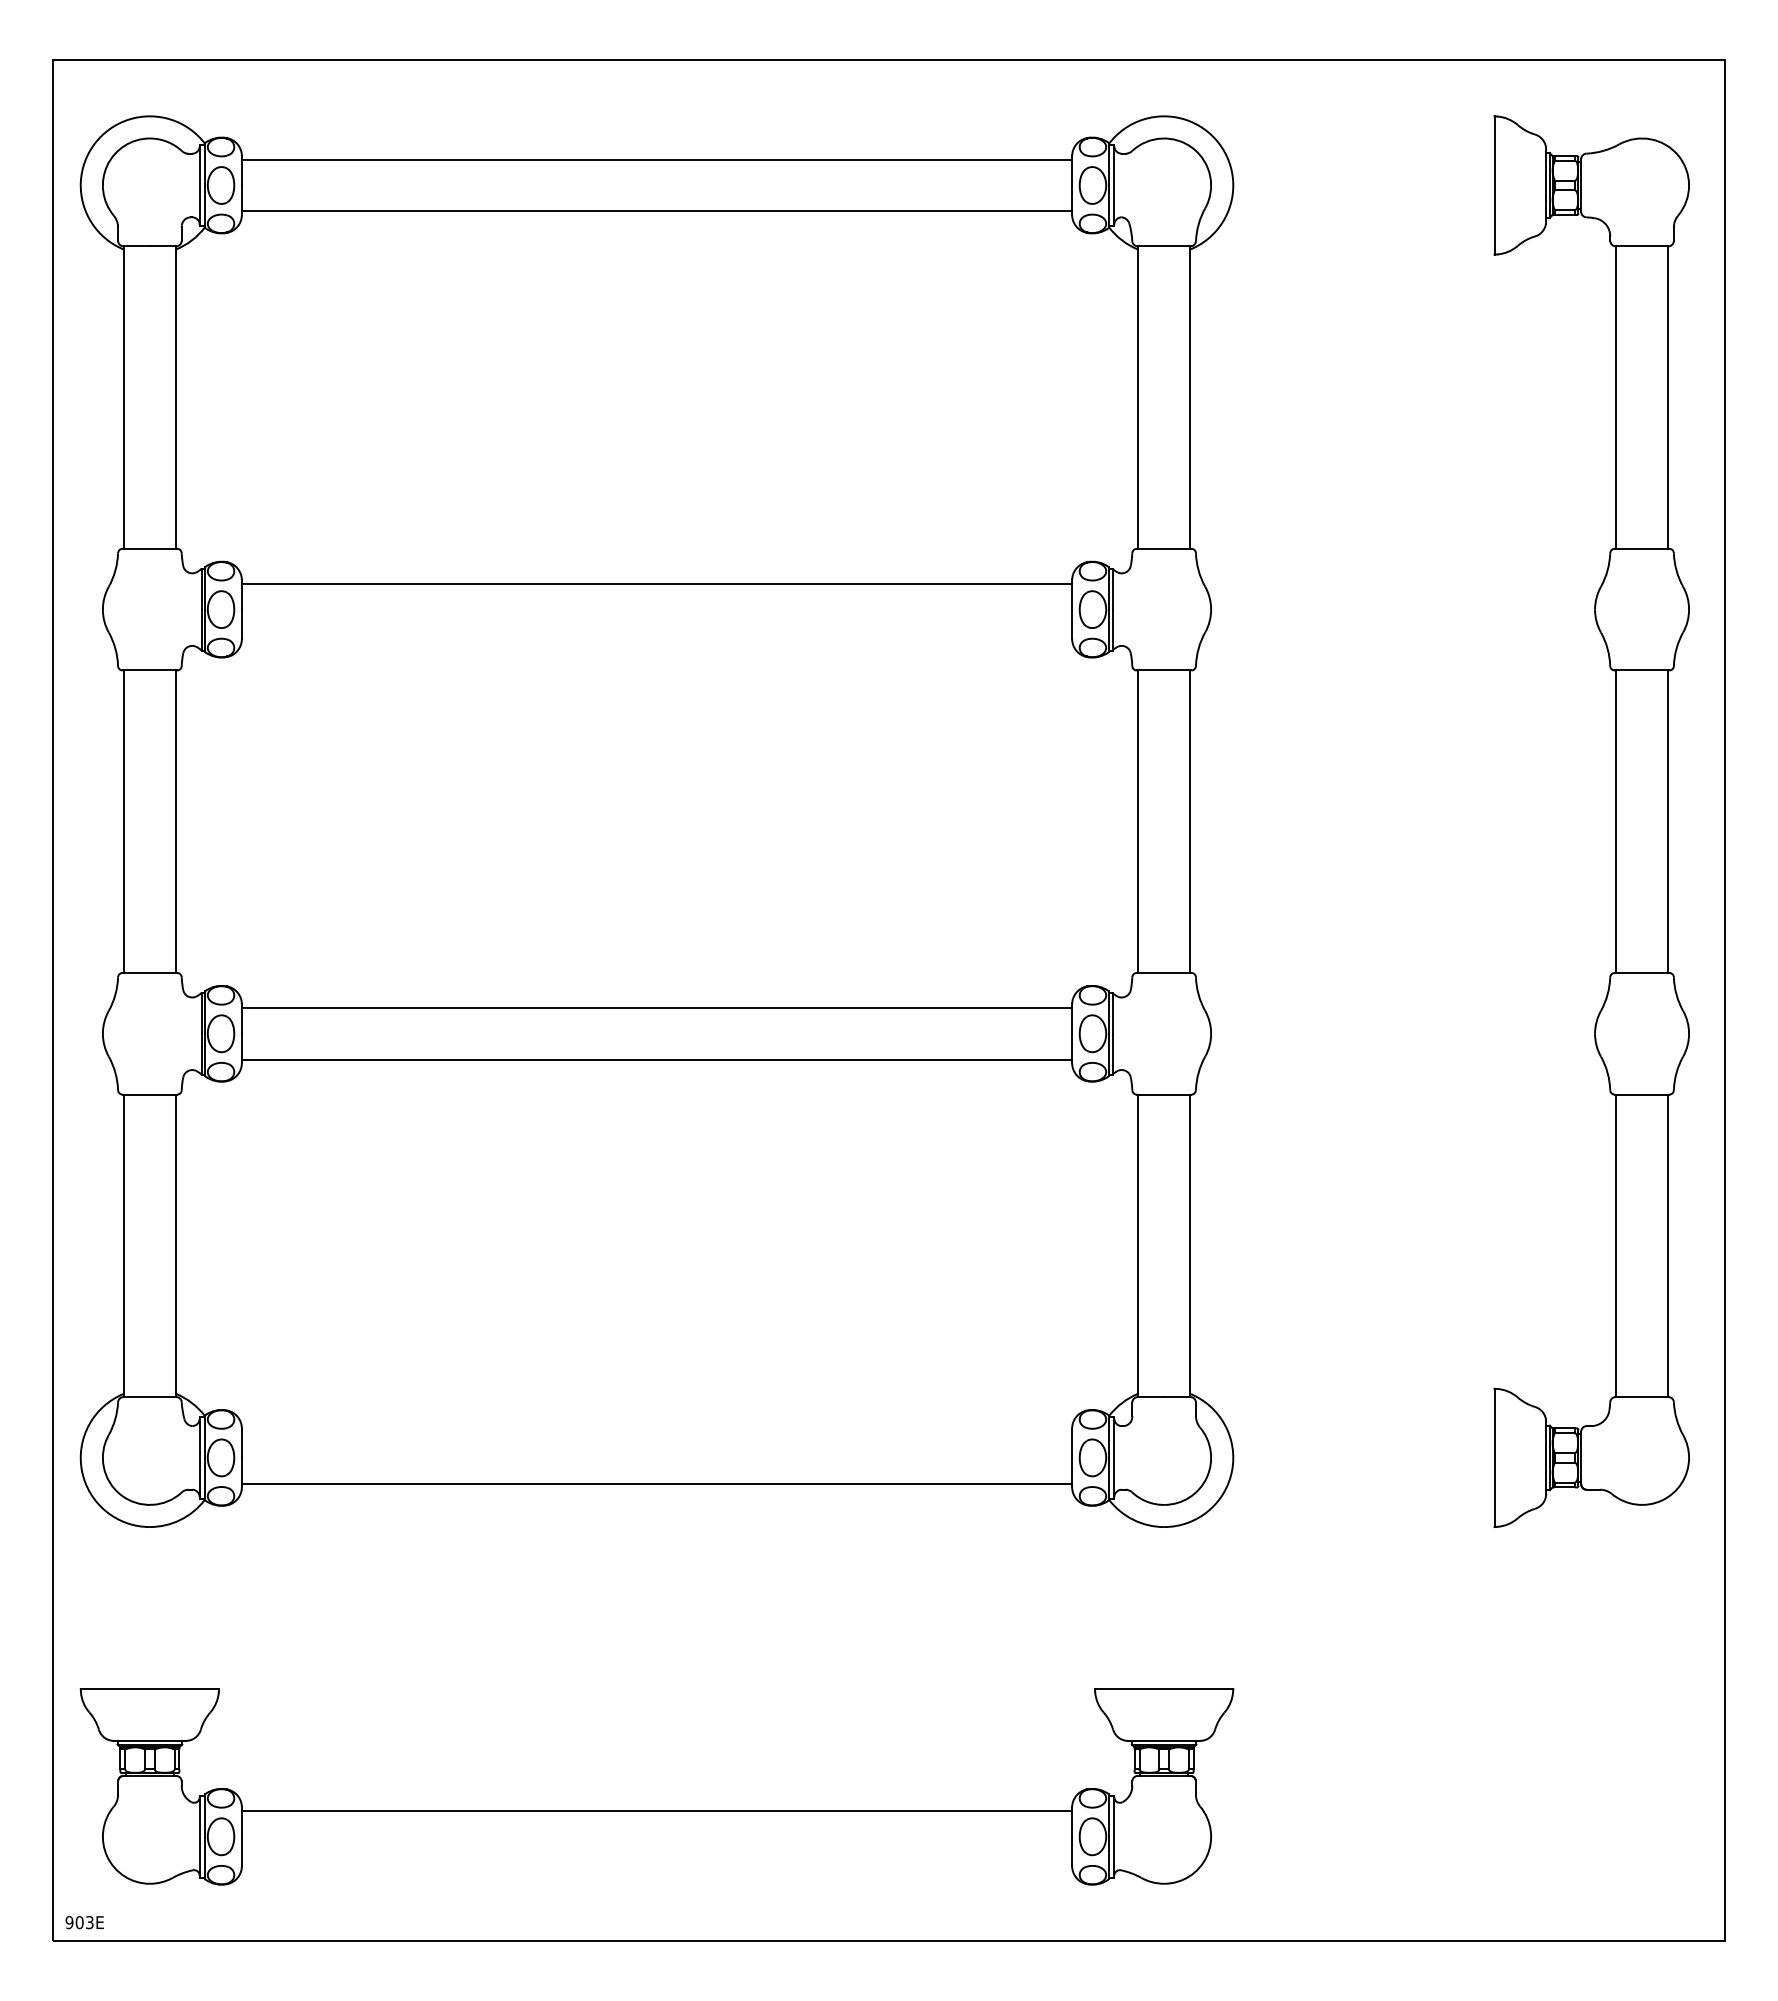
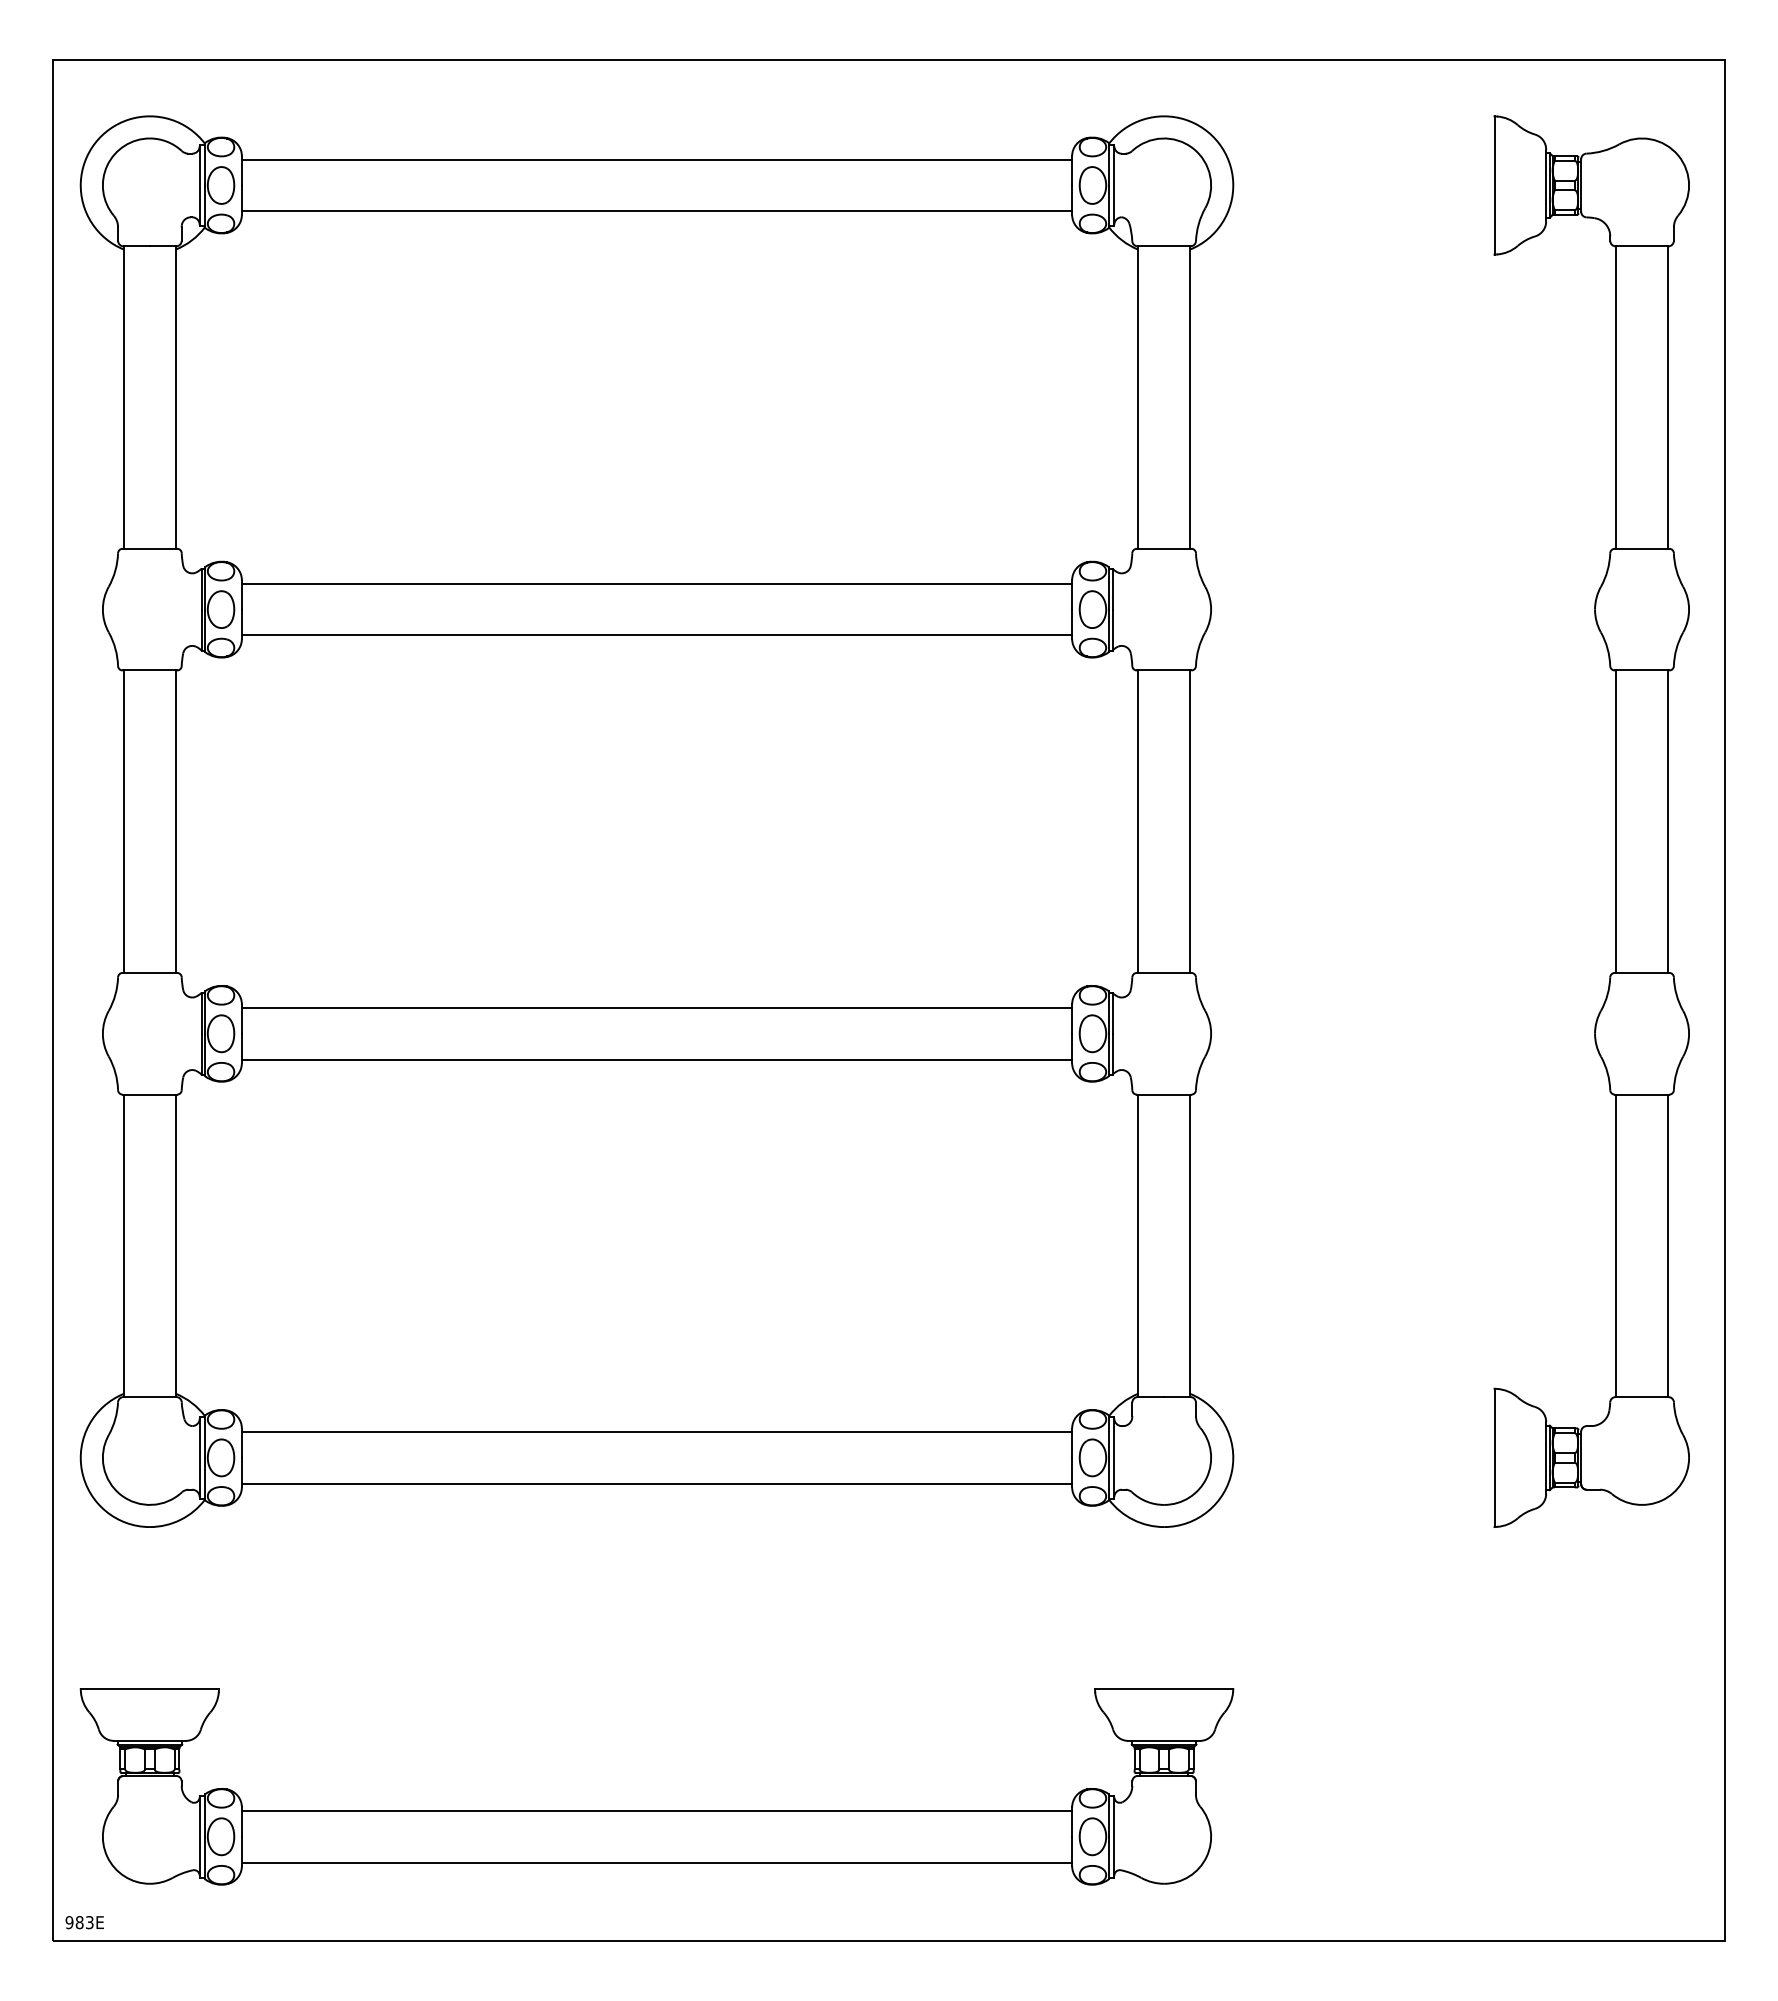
line at (656, 635): none -> present
line at (656, 1432): none -> present
line at (656, 1862): none -> present
text at (79, 1922): 903E -> 983E
